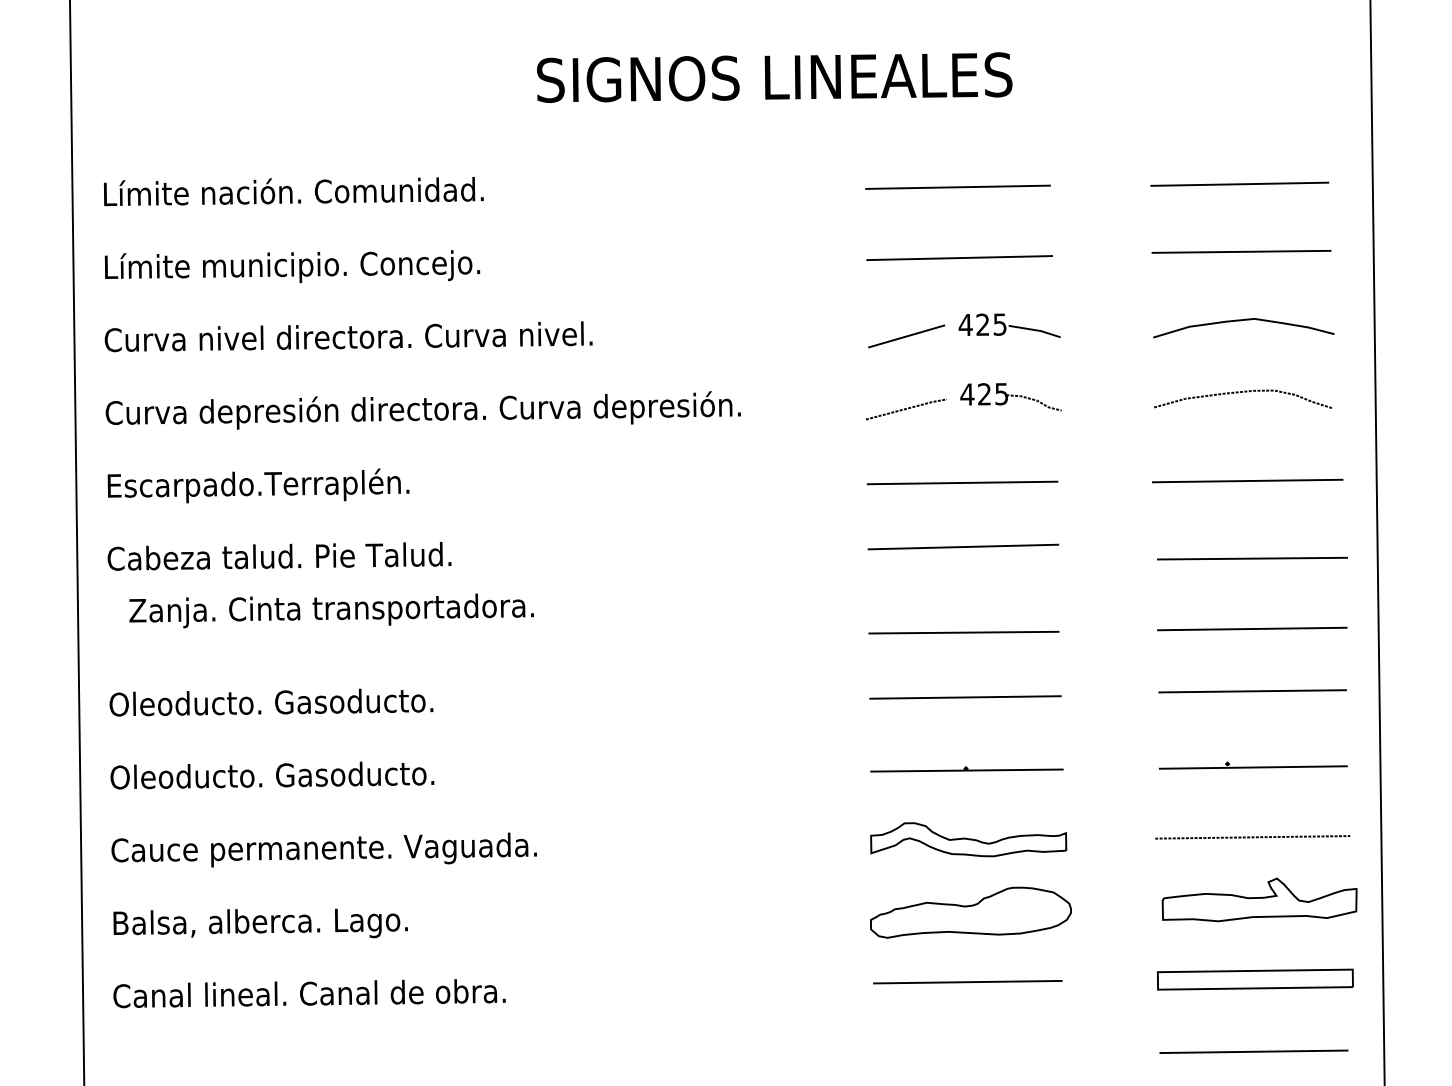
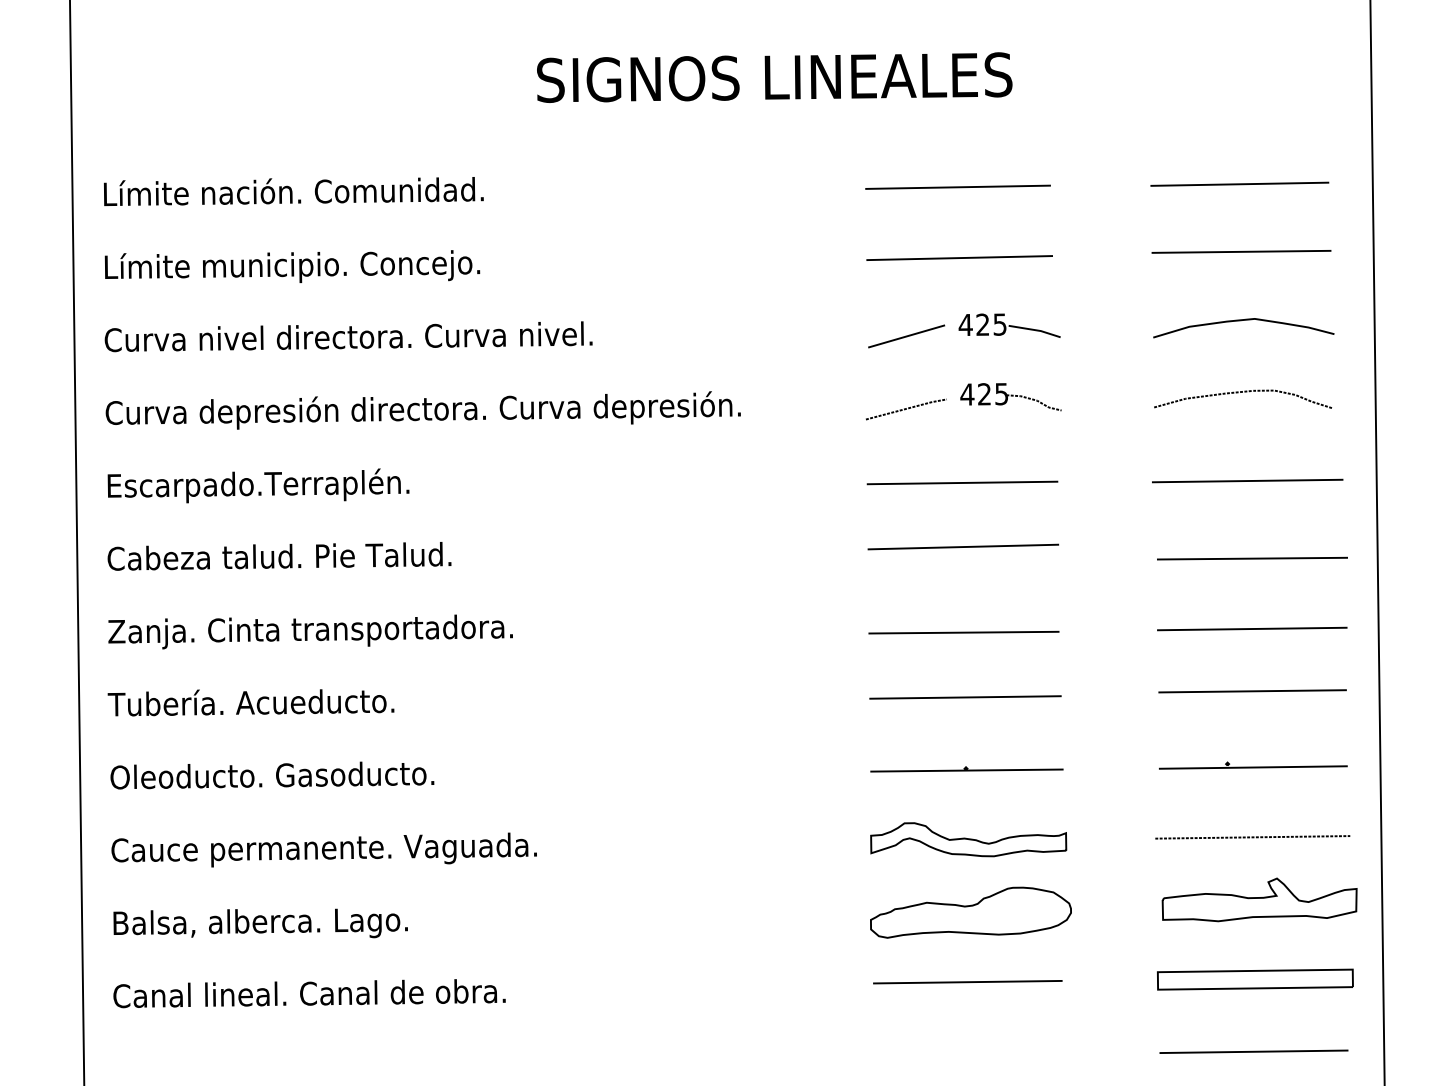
text at (331, 610) position: (331, 610) -> (310, 631)
text at (270, 702): Oleoducto. Gasoducto. -> Tubería. Acueducto.
